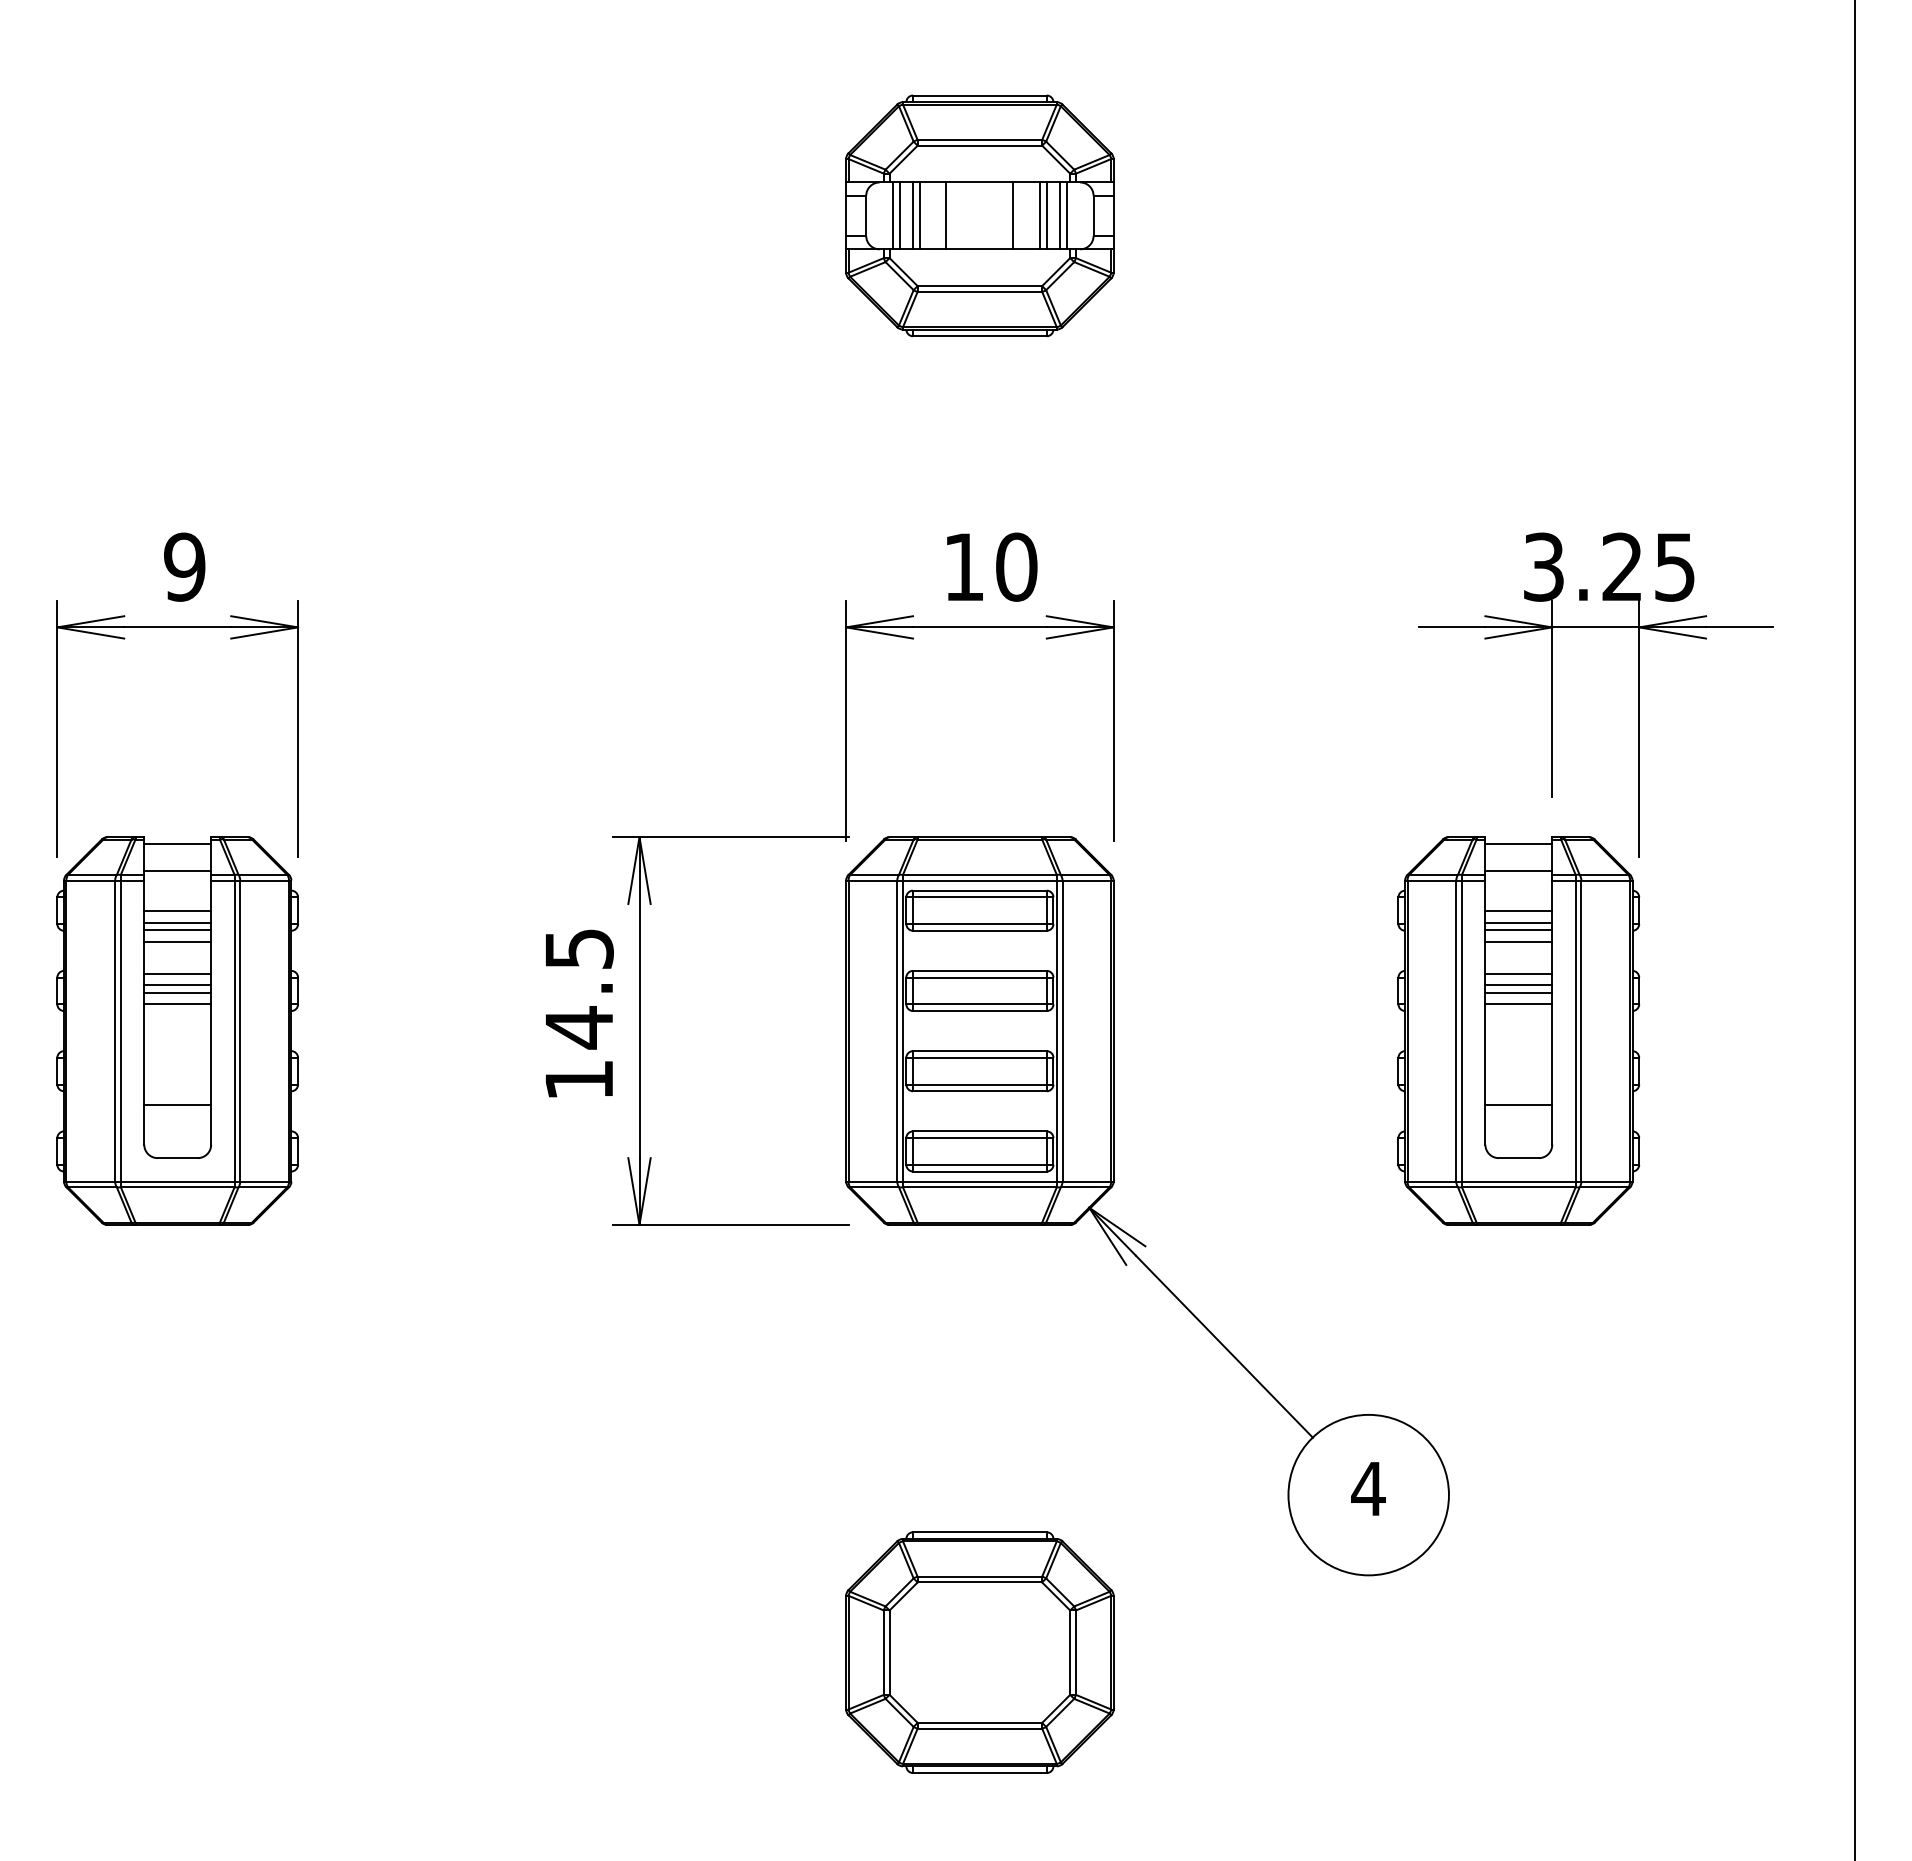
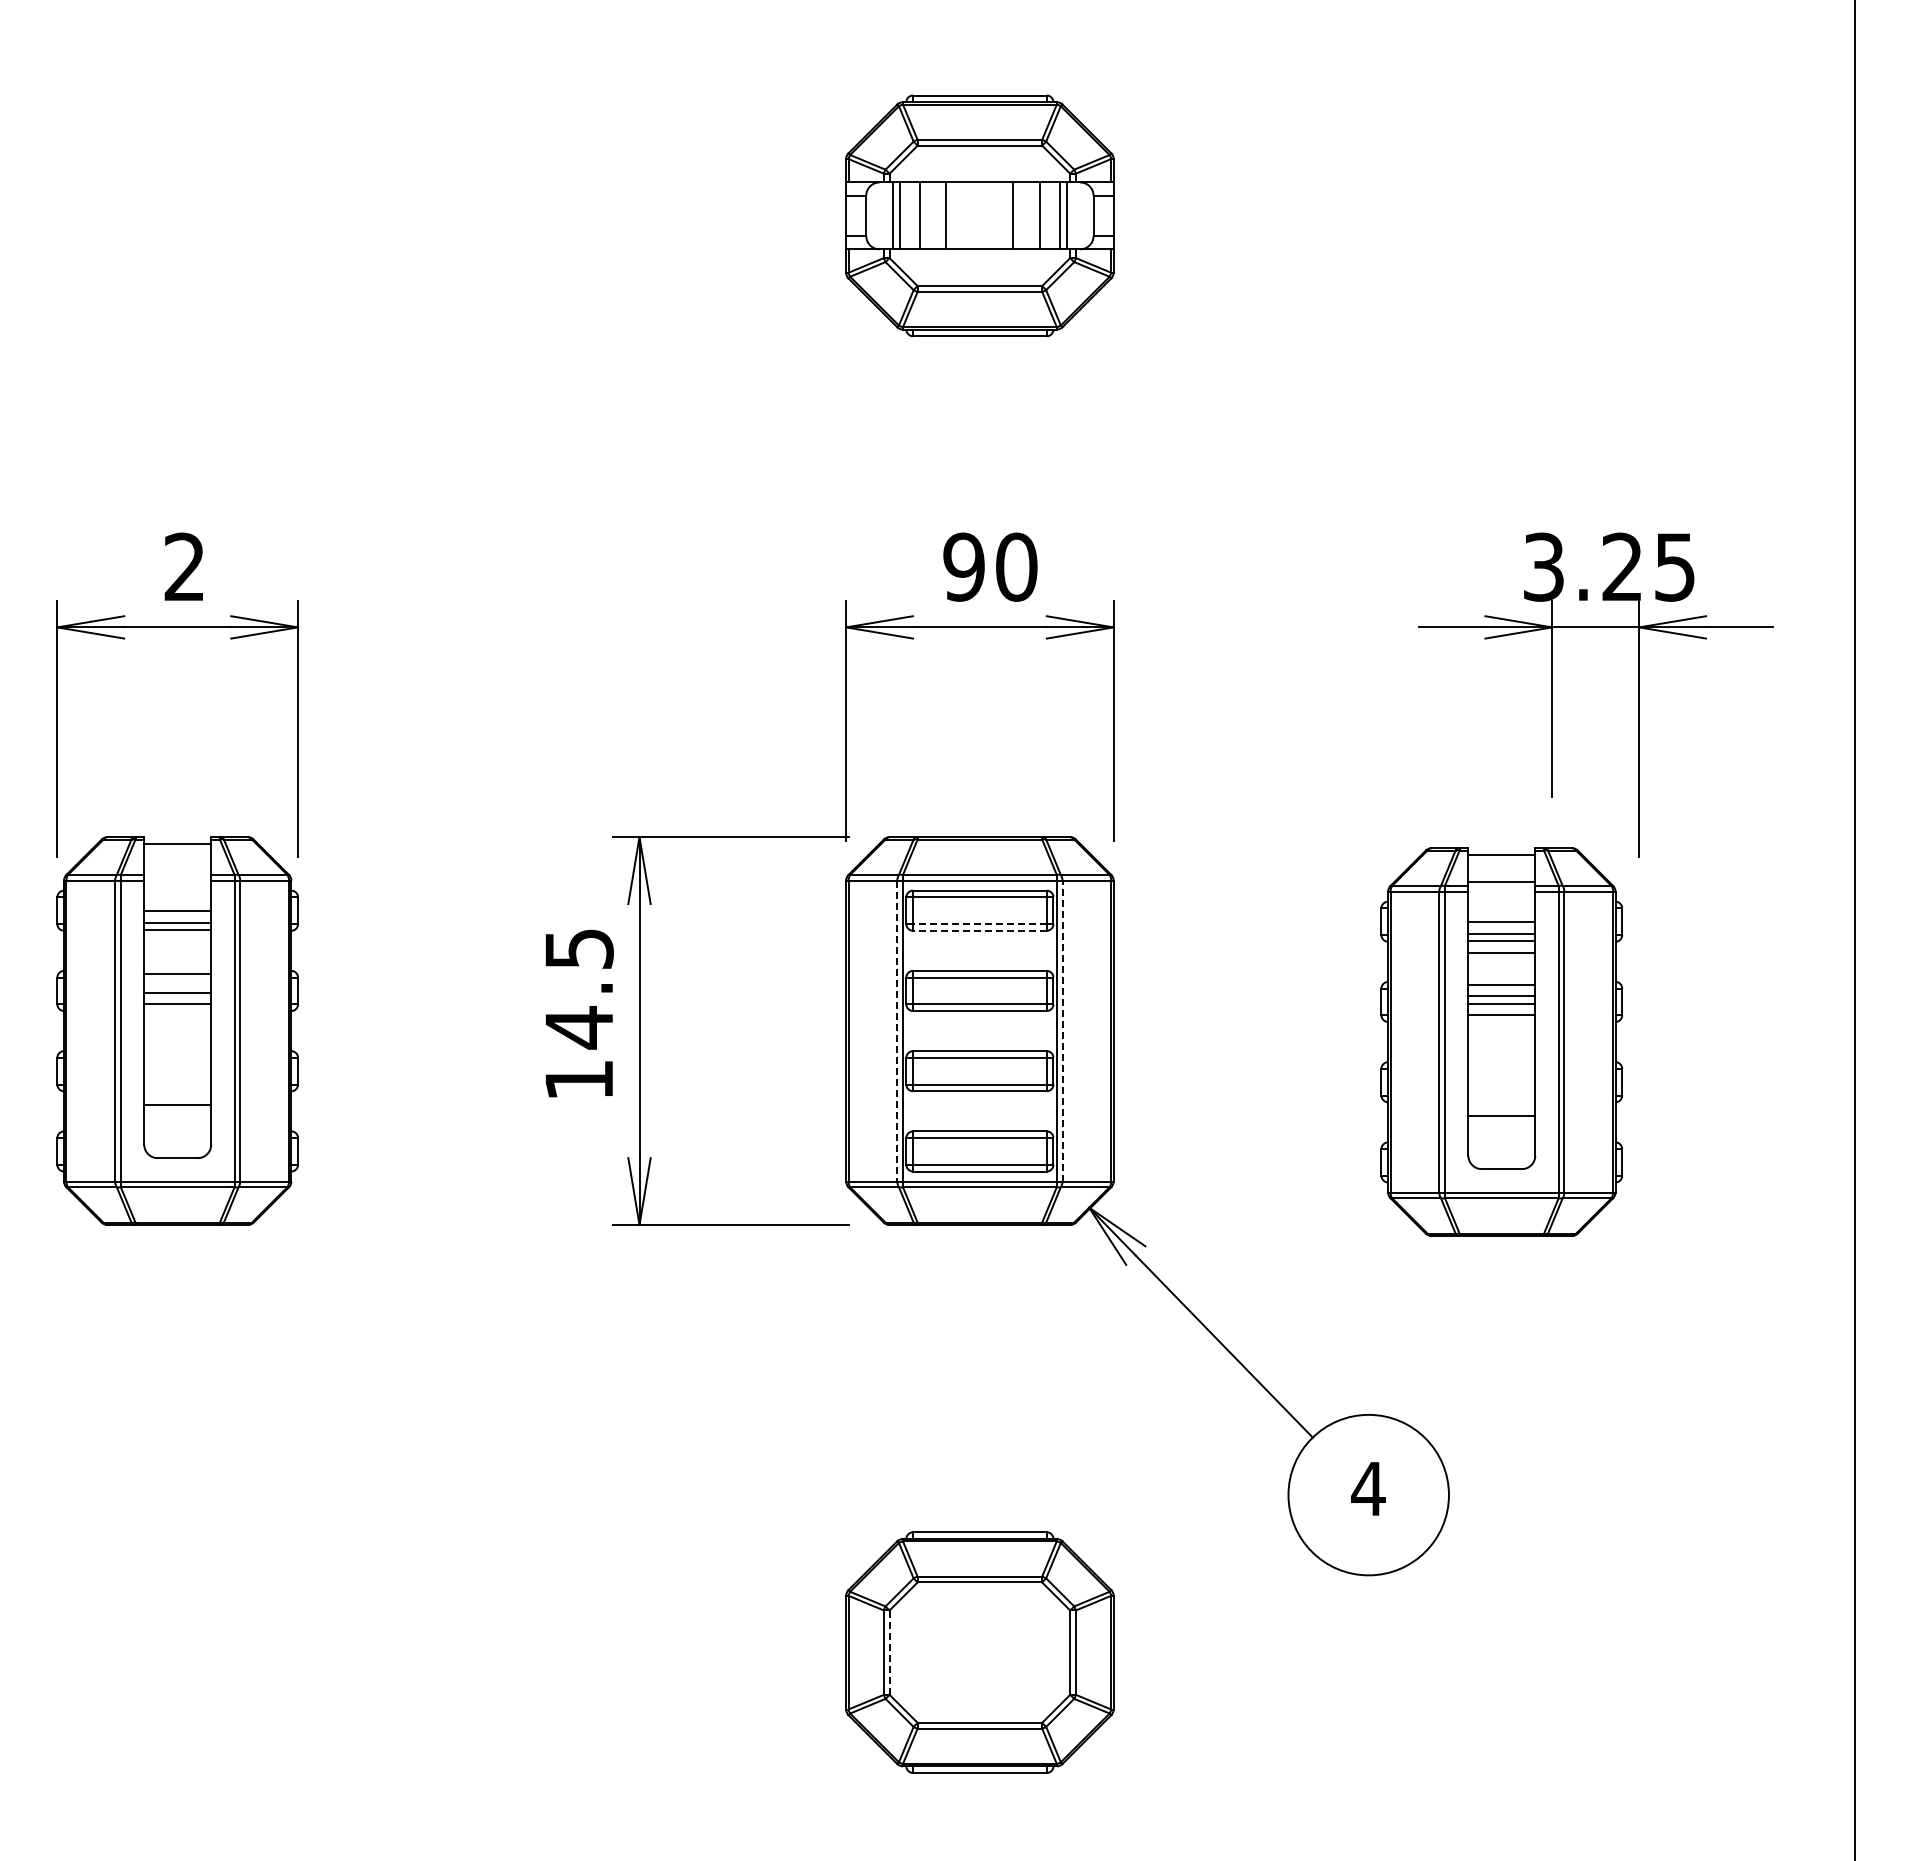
line at (912, 215): present -> none
line at (1046, 215): present -> none
text at (184, 566): 9 -> 2
text at (963, 566): 10 -> 90
line at (177, 870): present -> none
line at (979, 924): solid -> dashed
line at (979, 930): solid -> dashed
line at (177, 941): present -> none
line at (177, 985): present -> none
line at (1062, 1030): solid -> dashed
part at (1518, 1030) position: (1518, 1030) -> (1501, 1041)
line at (897, 1031): solid -> dashed
line at (889, 1652): solid -> dashed
